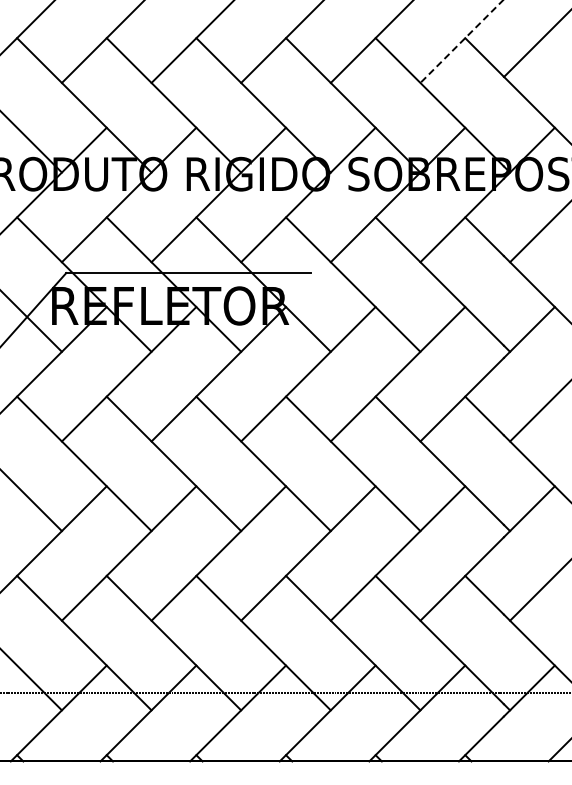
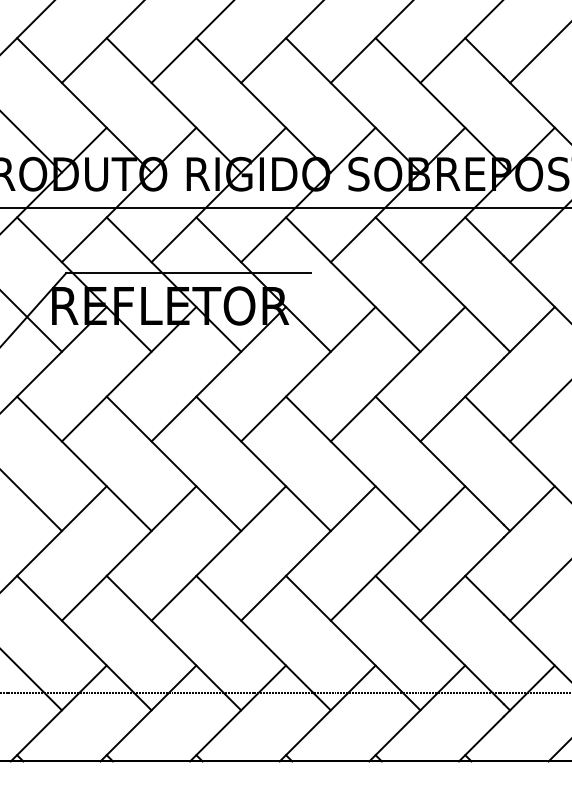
line at (461, 41): dashed -> solid
line at (536, 44) position: (536, 44) -> (539, 53)
line at (285, 208): none -> present
